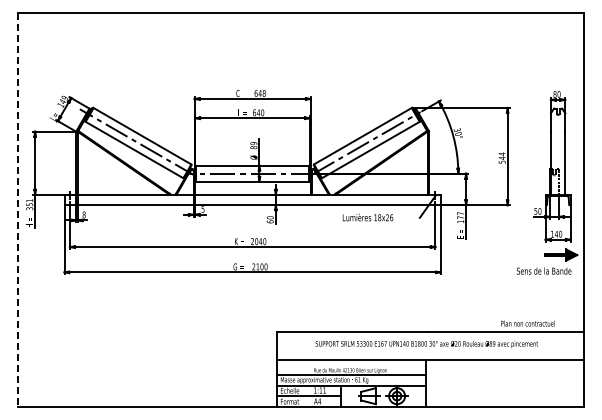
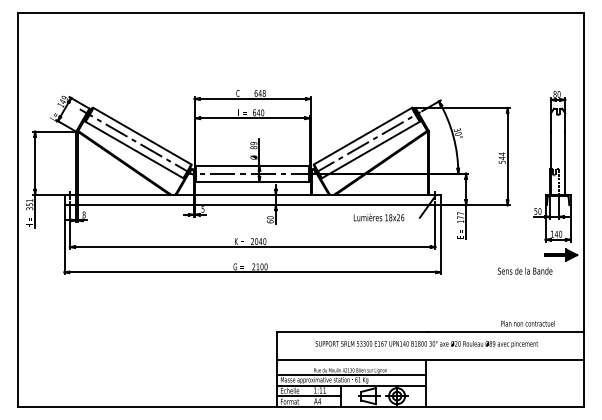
line at (18, 210): dashed -> solid
text at (367, 217) position: (367, 217) -> (378, 217)
text at (543, 270) position: (543, 270) -> (524, 270)
